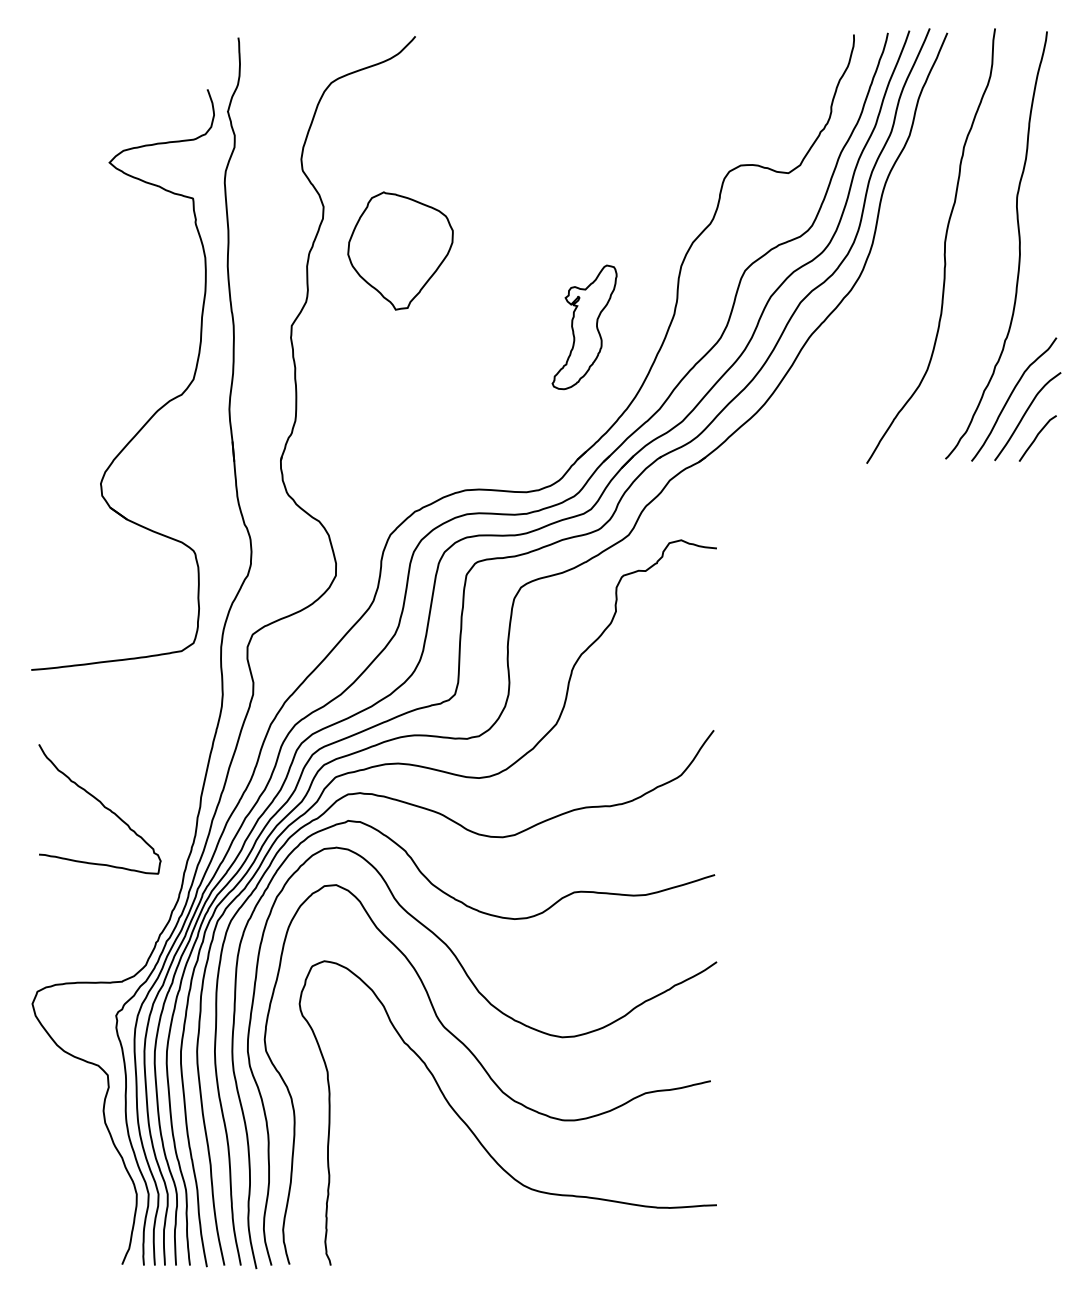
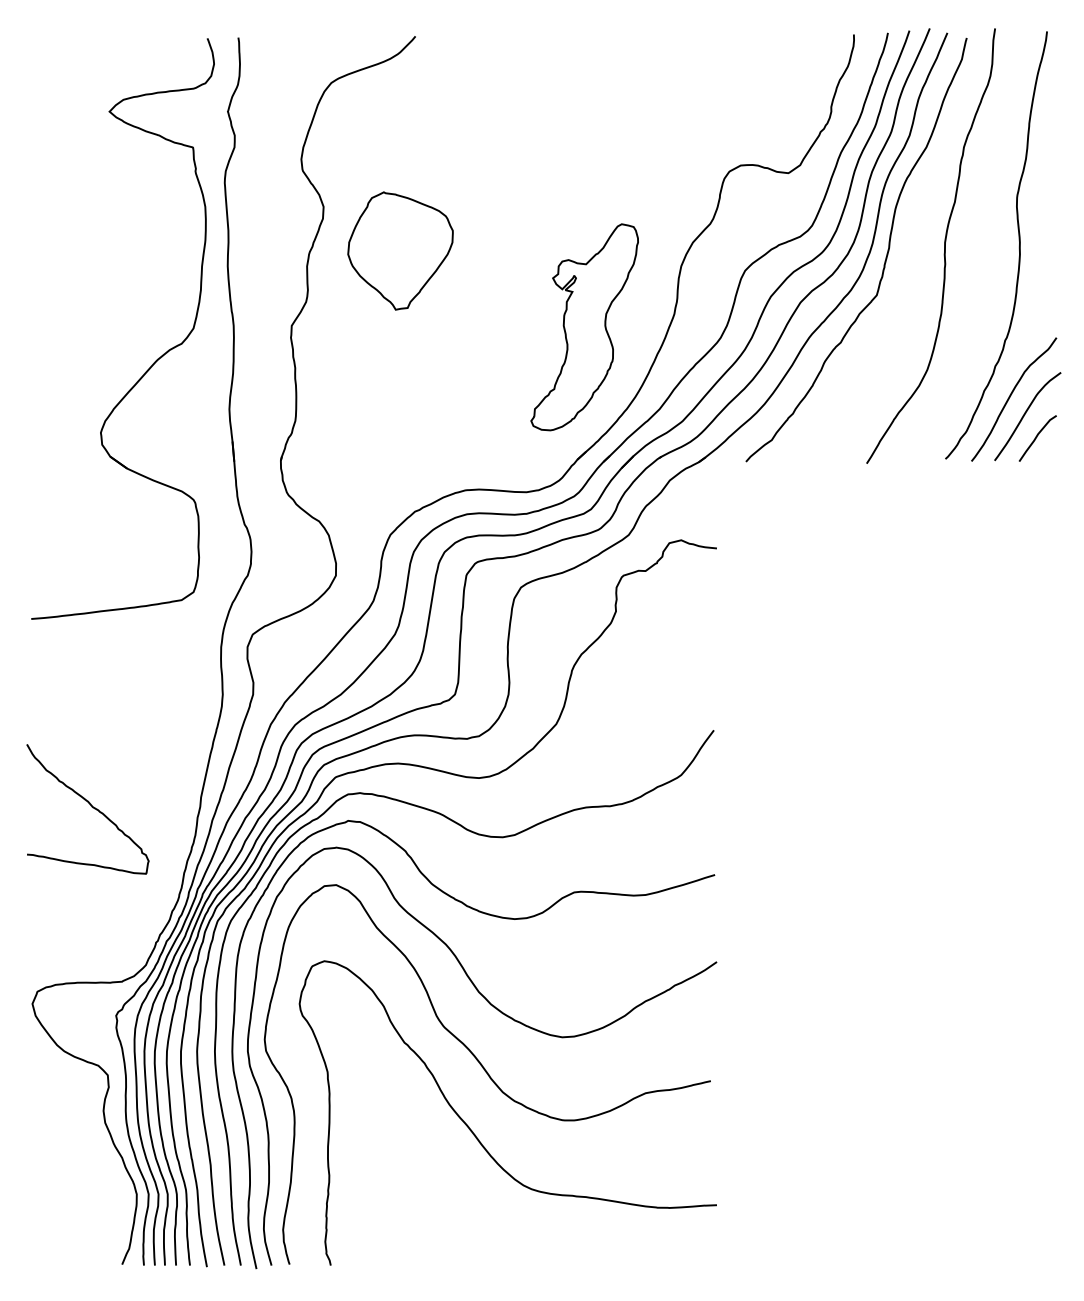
curve at (885, 257): none -> present
part at (584, 327) size: 67x127 px -> 109x209 px
part at (155, 411) position: (155, 411) -> (155, 360)
curve at (103, 807) position: (103, 807) -> (91, 807)
